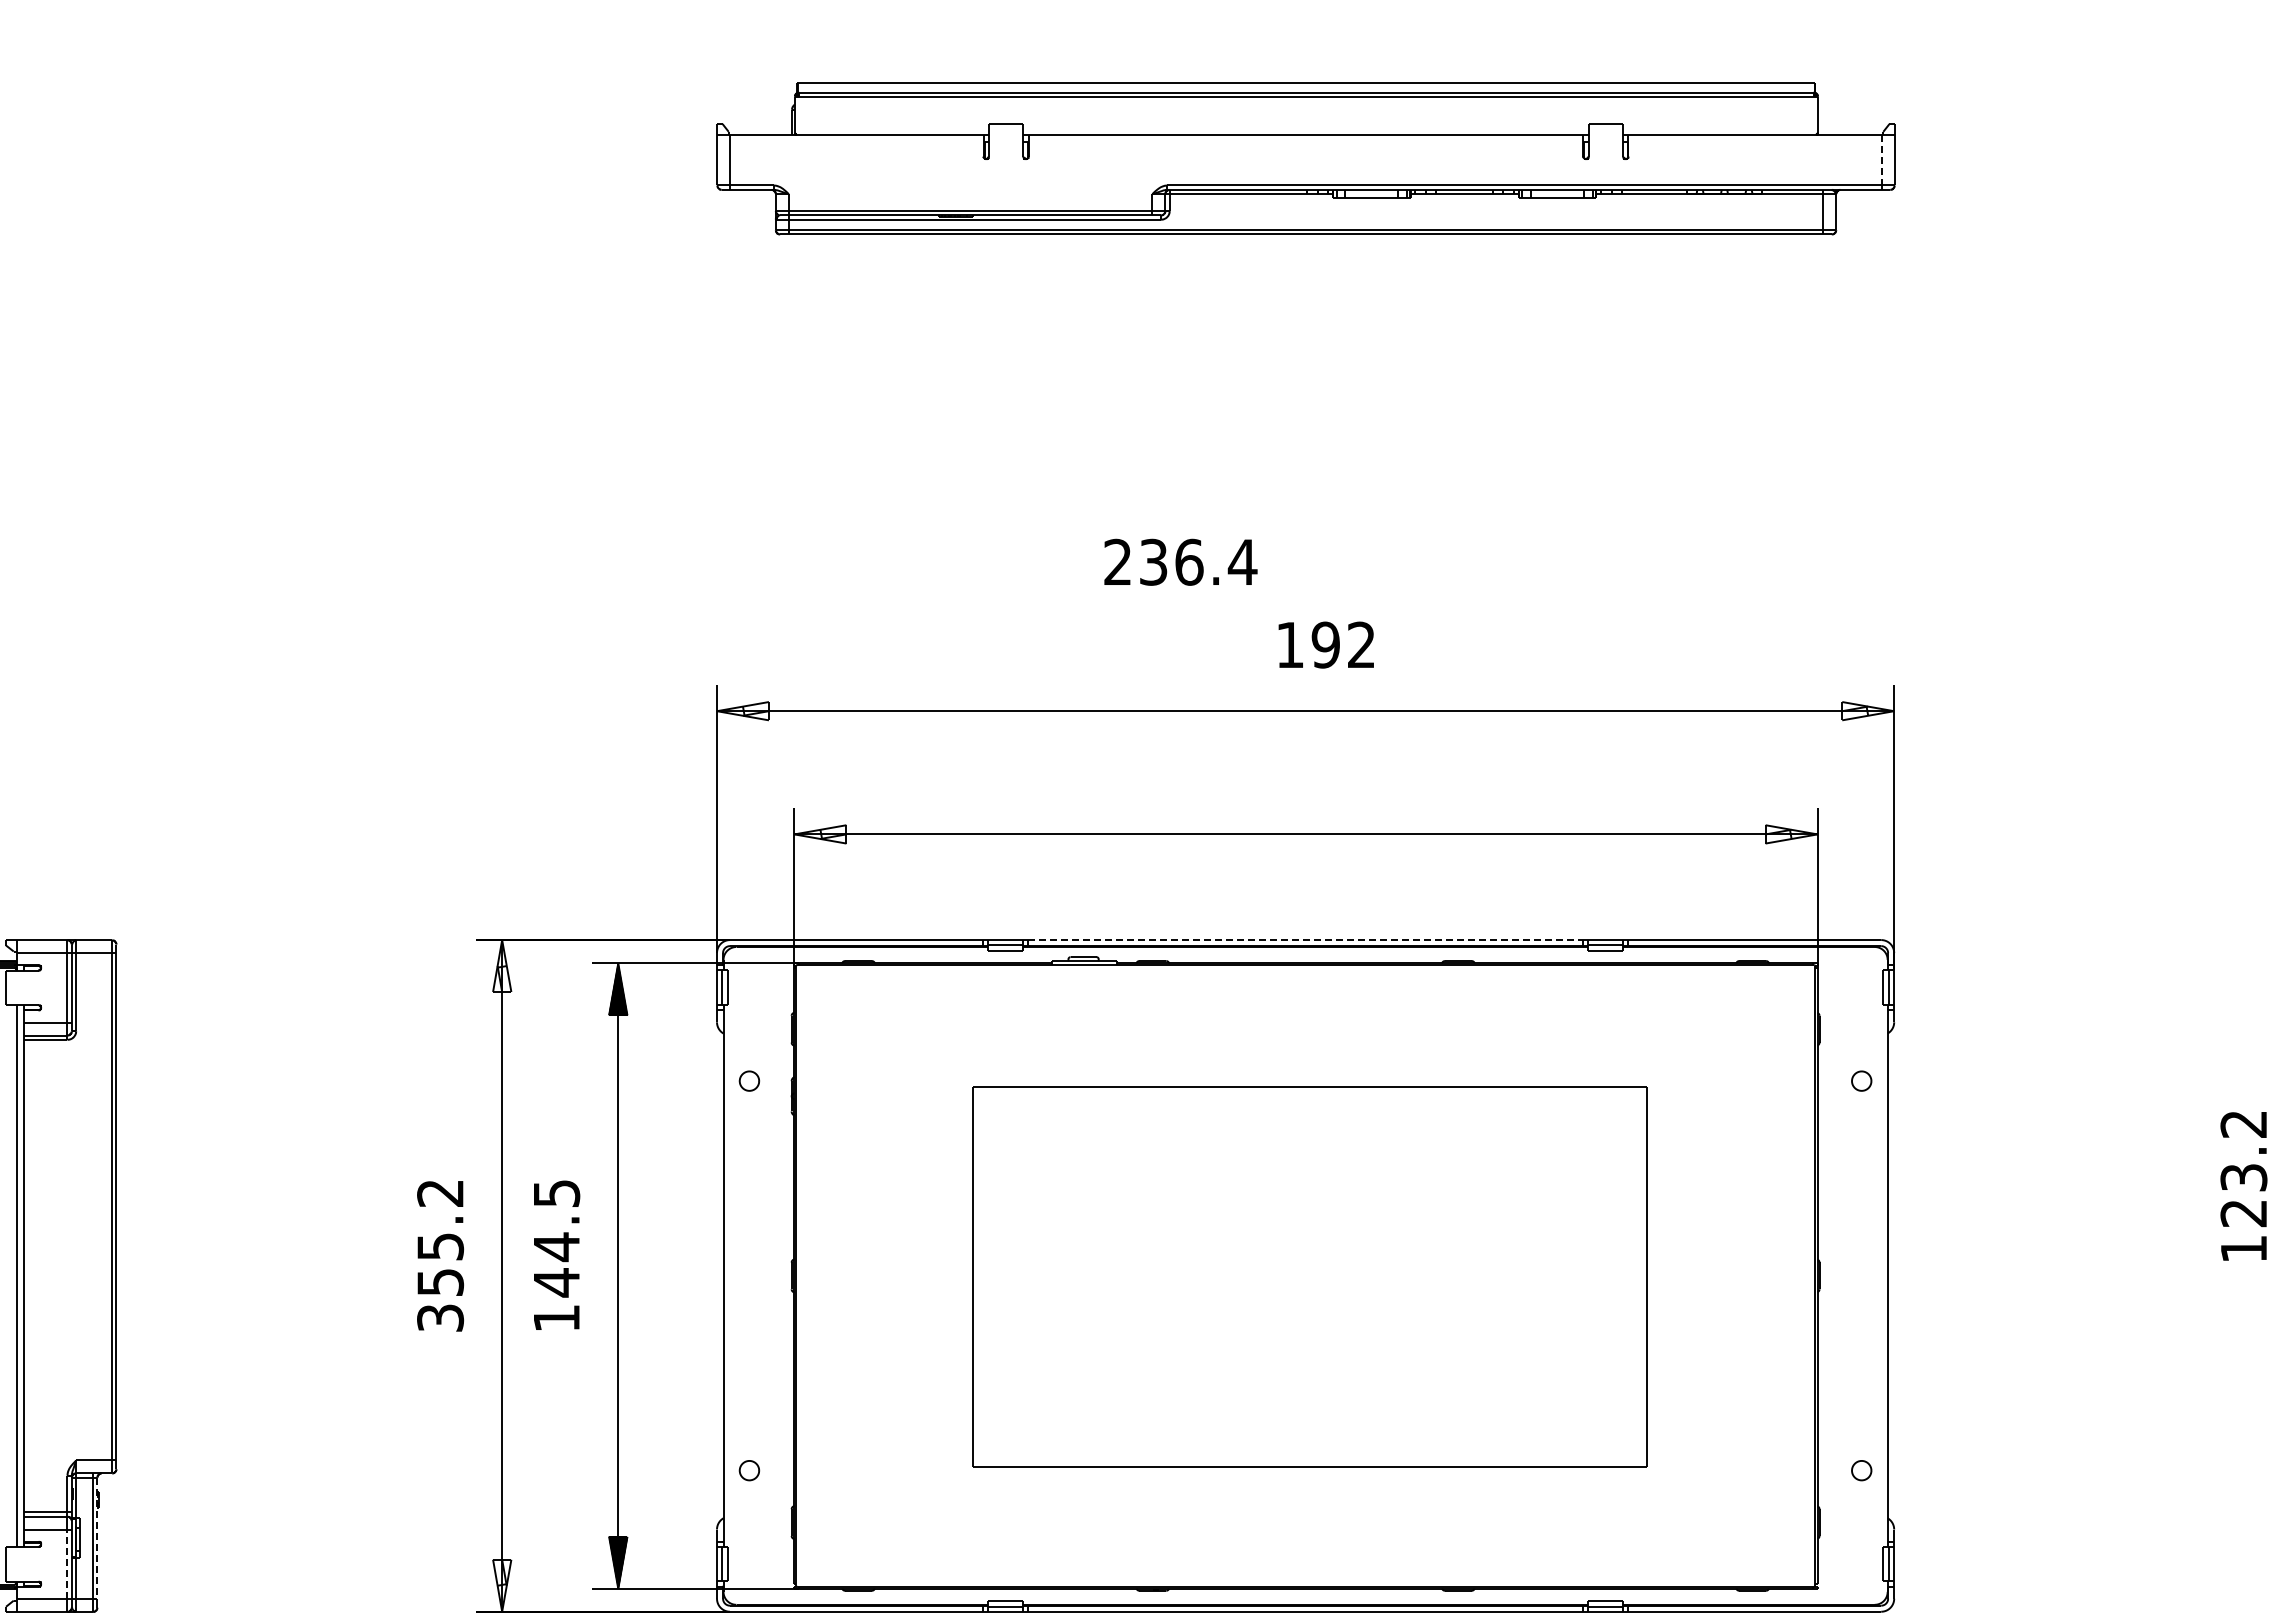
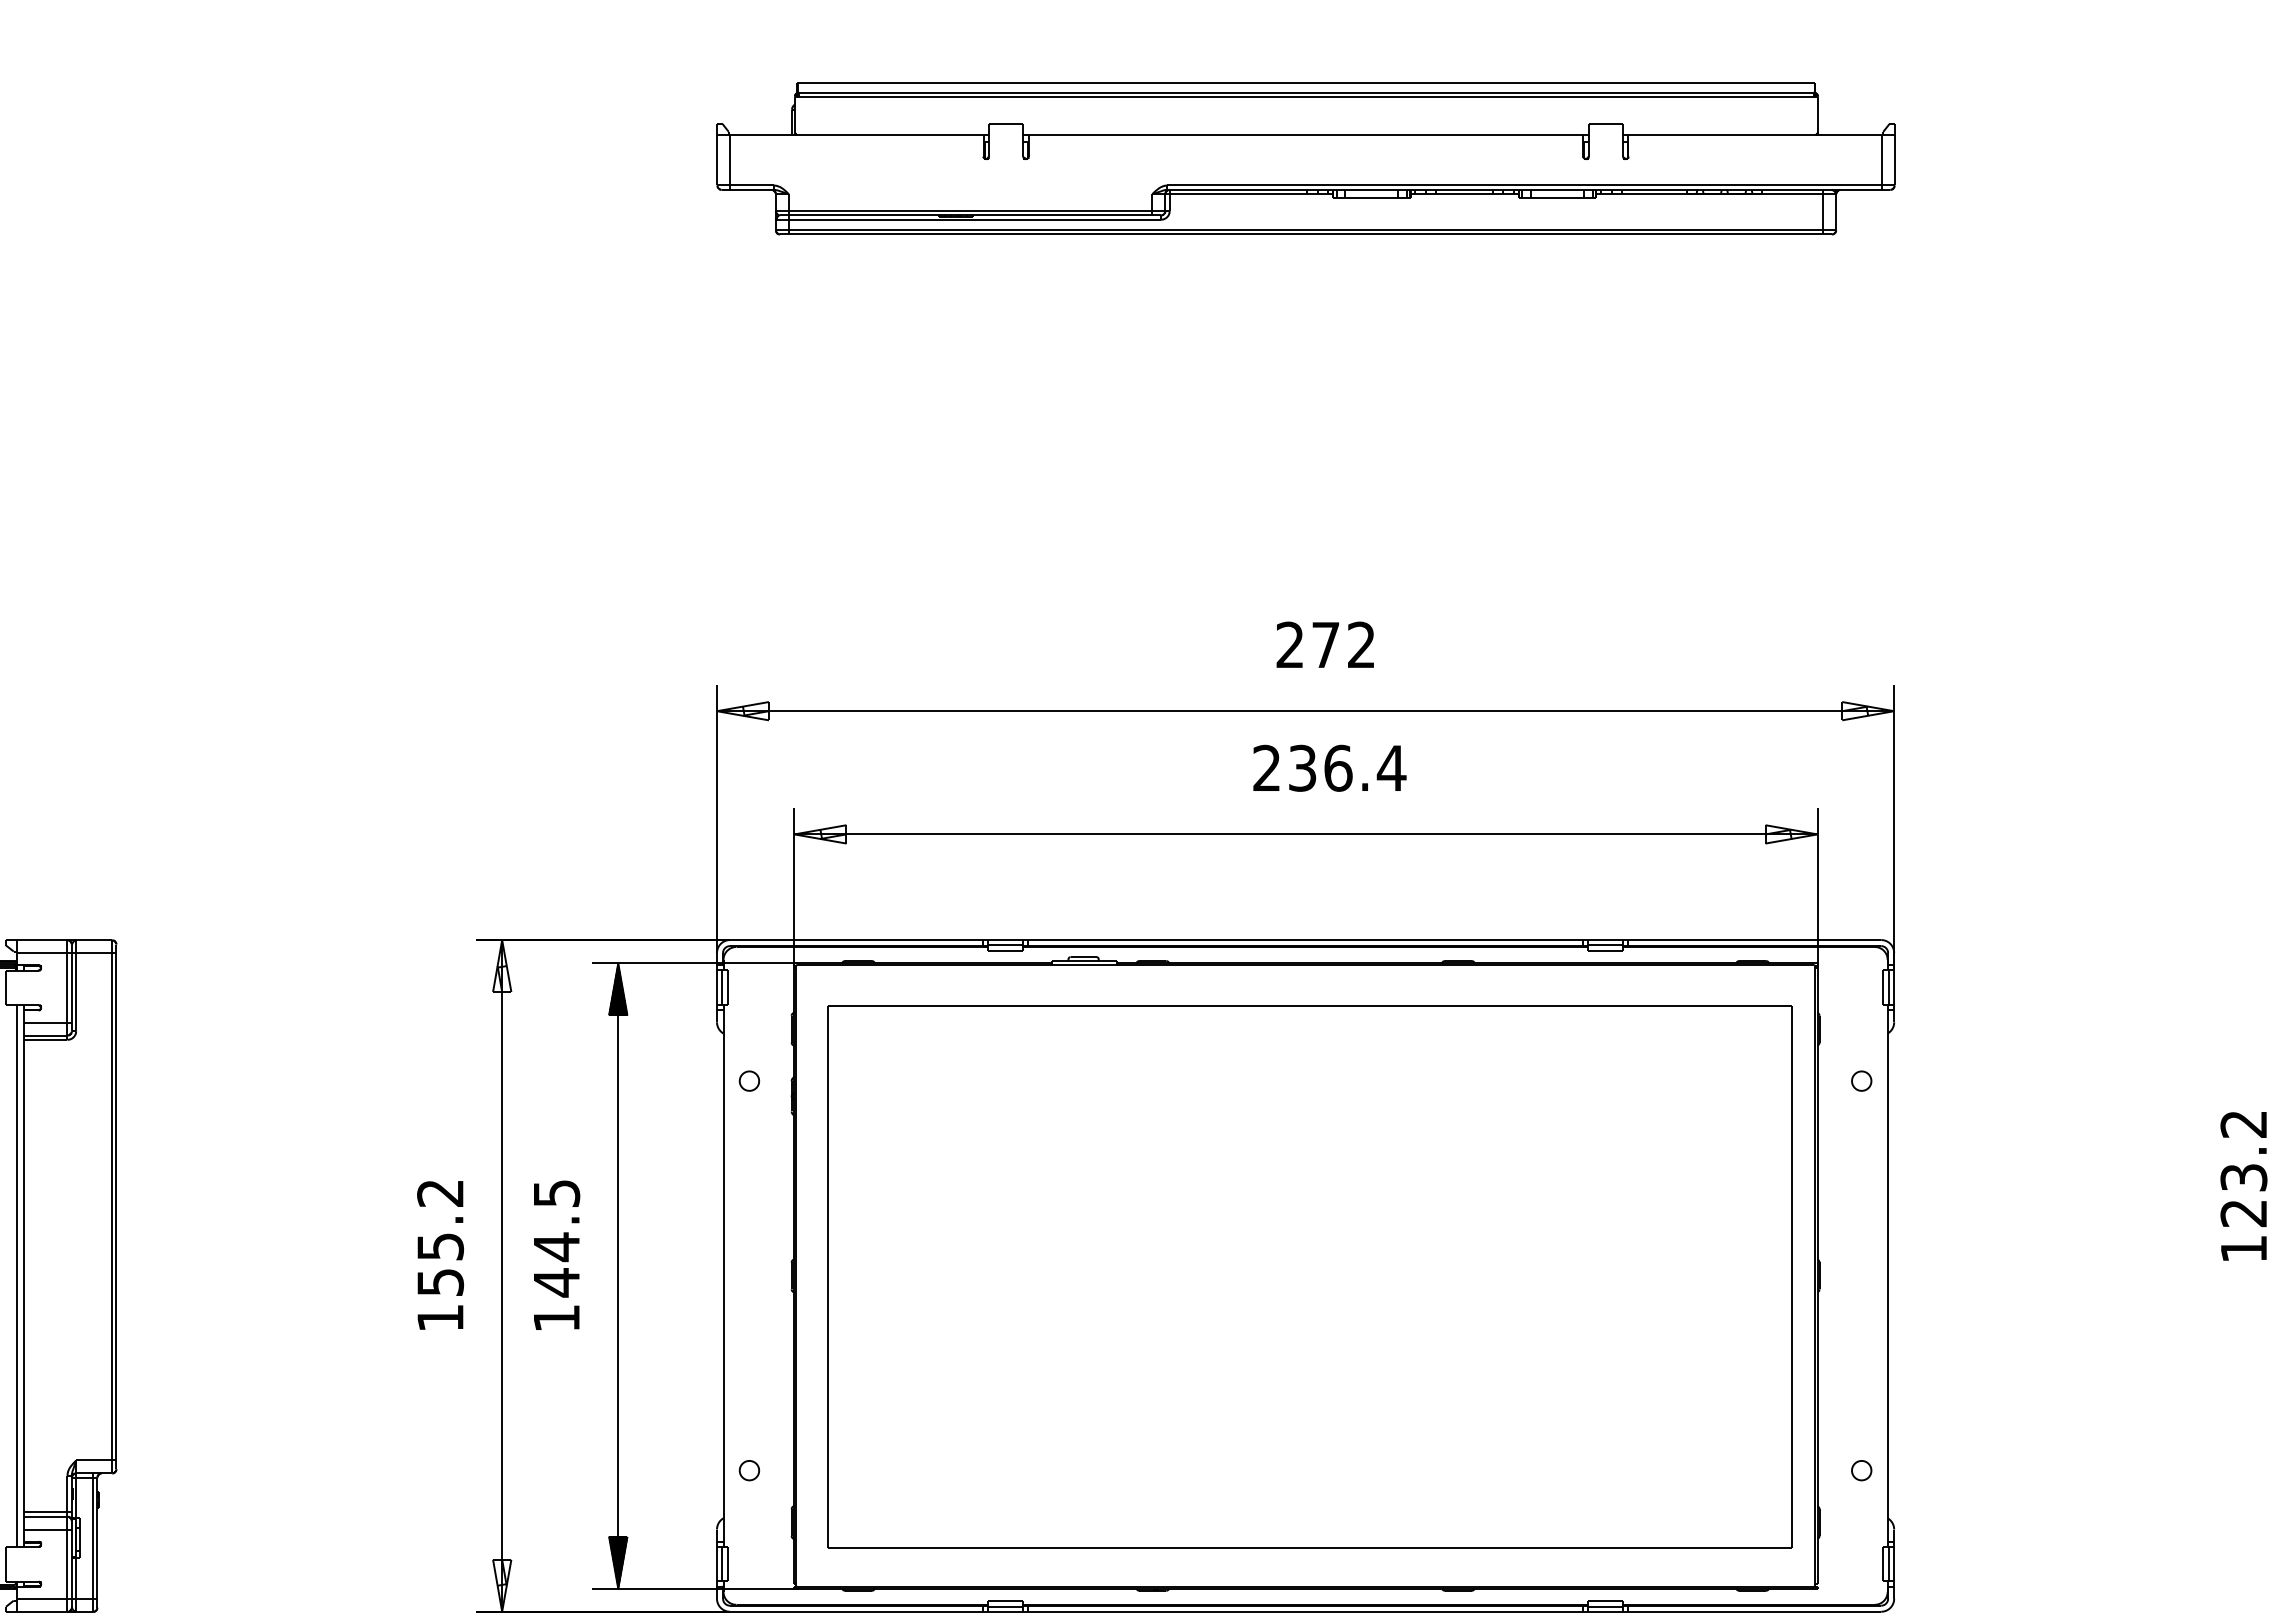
line at (1881, 160): dashed -> solid
text at (1180, 561) position: (1180, 561) -> (1329, 767)
text at (1307, 644): 192 -> 272
line at (1306, 940): dashed -> solid
part at (1309, 1276) size: 676x382 px -> 966x544 px
text at (440, 1317): 355.2 -> 155.2
line at (97, 1538): dashed -> solid
line at (67, 1564): dashed -> solid
